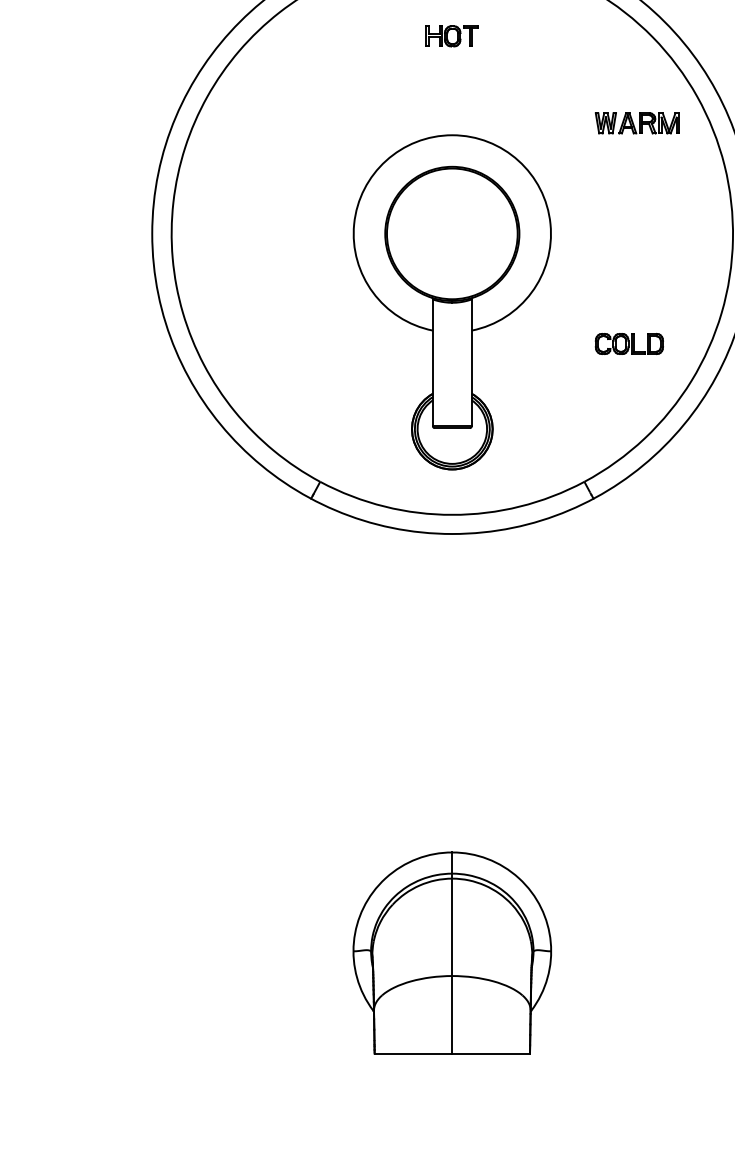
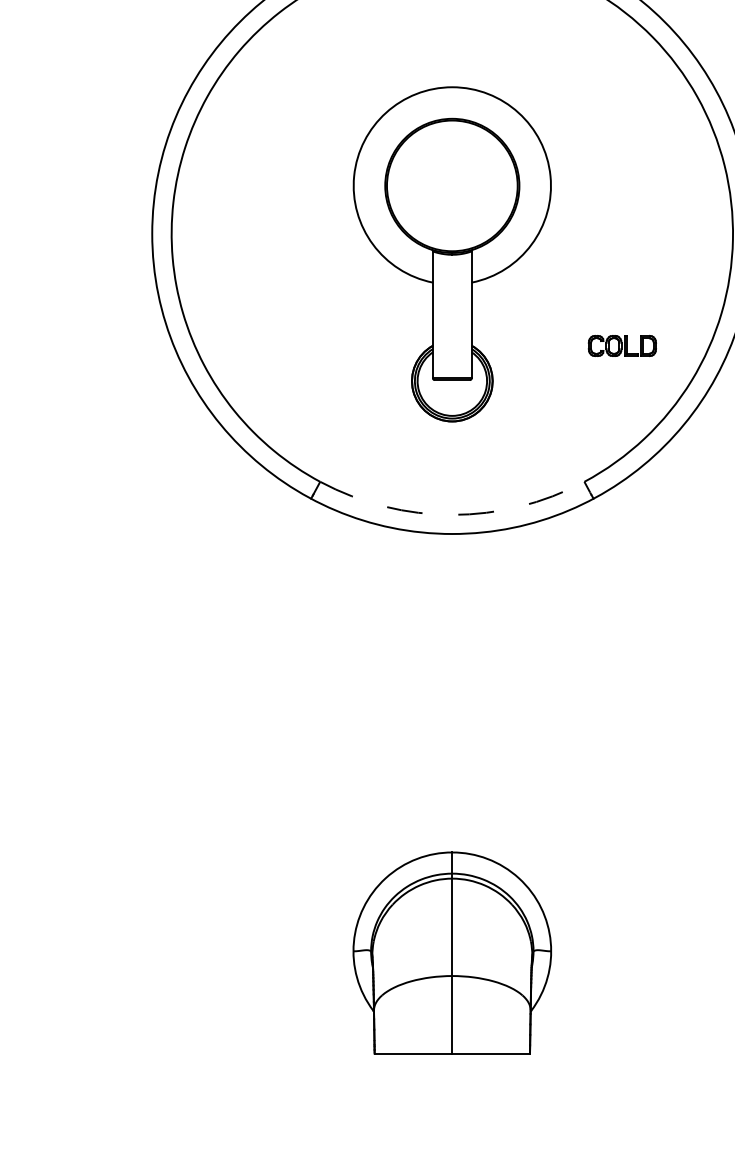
part at (451, 36): present -> none
part at (637, 123): present -> none
part at (451, 302) position: (451, 302) -> (451, 254)
part at (628, 343) position: (628, 343) -> (621, 345)
arc at (452, 514): solid -> dashed
